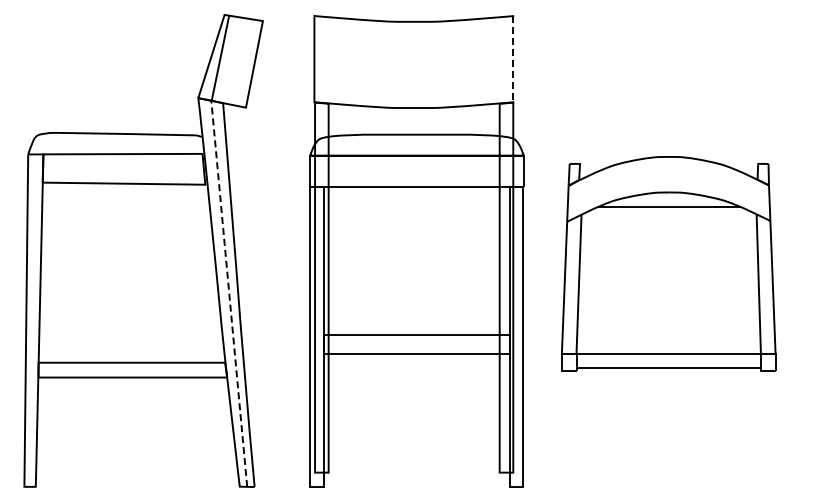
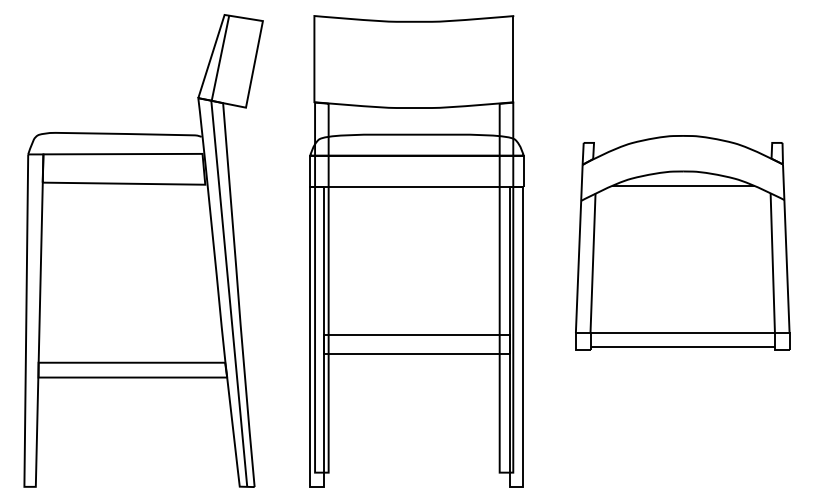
line at (513, 59): dashed -> solid
part at (668, 263) position: (668, 263) -> (682, 242)
line at (229, 293): dashed -> solid
